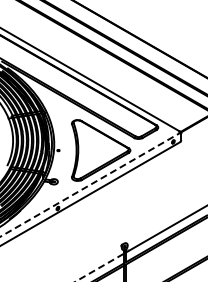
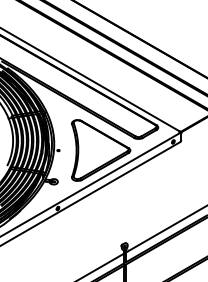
line at (90, 184): dashed -> solid
line at (99, 267): dashed -> solid
